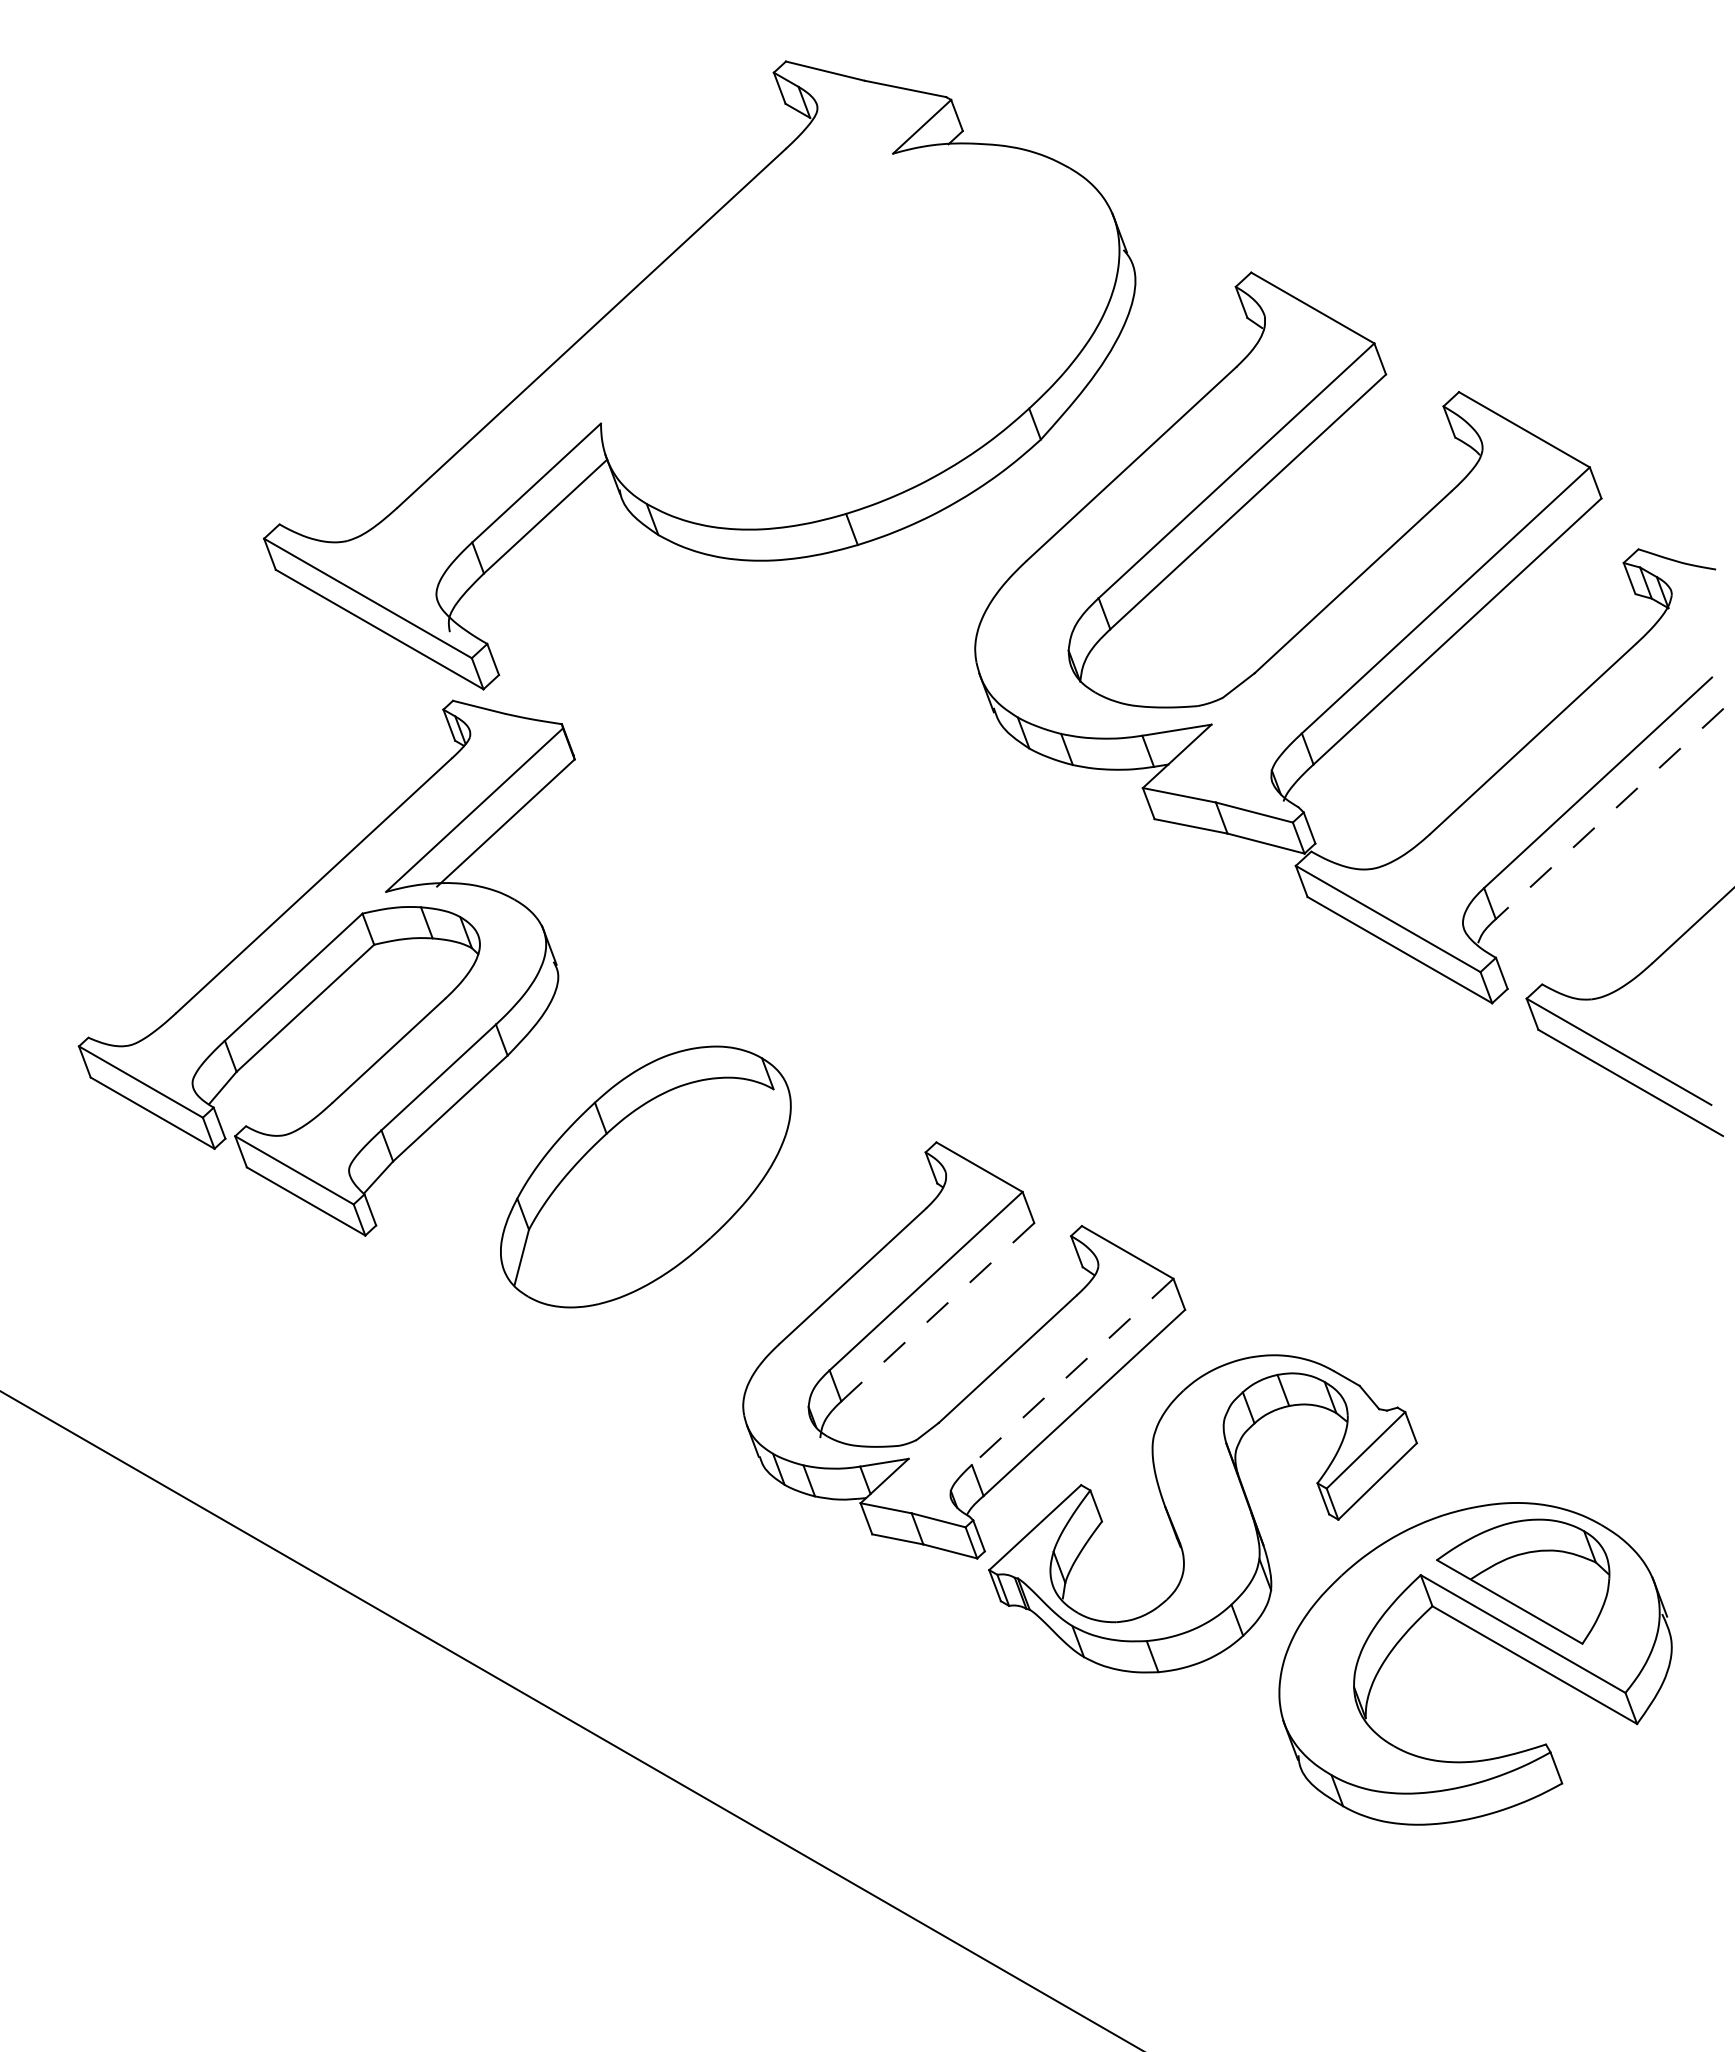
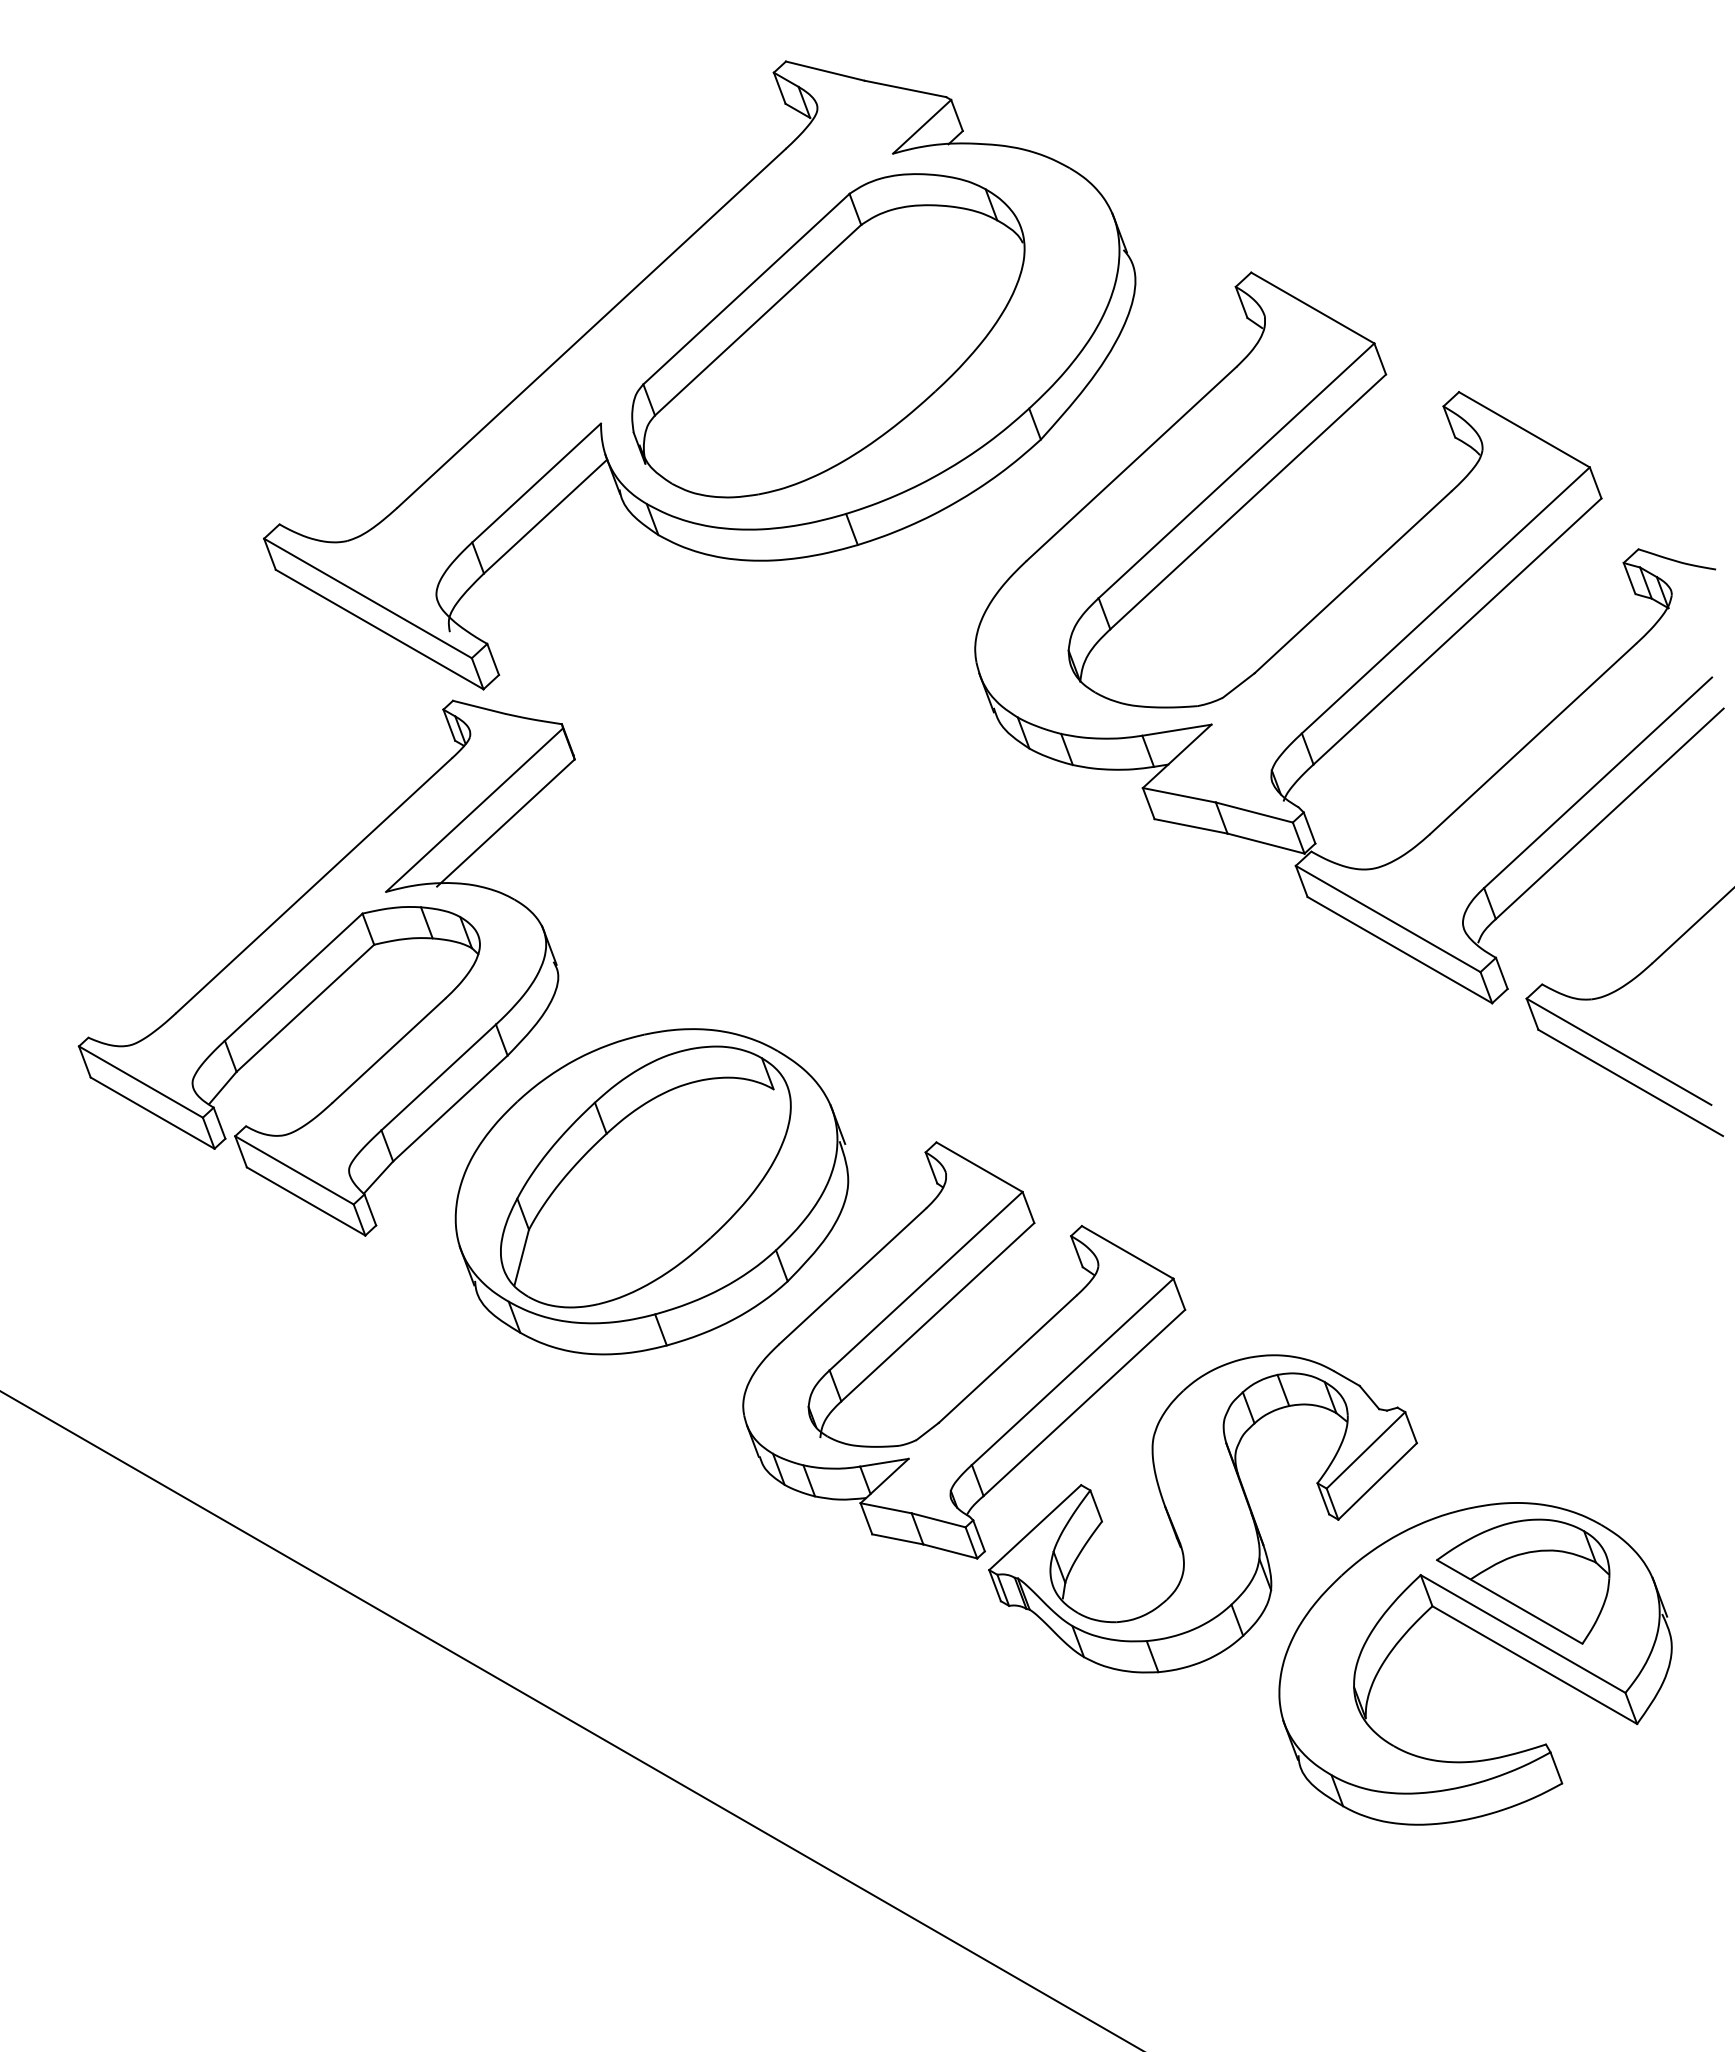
part at (828, 335): none -> present
line at (1609, 814): dashed -> solid
part at (651, 1191): none -> present
line at (937, 1312): dashed -> solid
line at (1072, 1372): dashed -> solid
